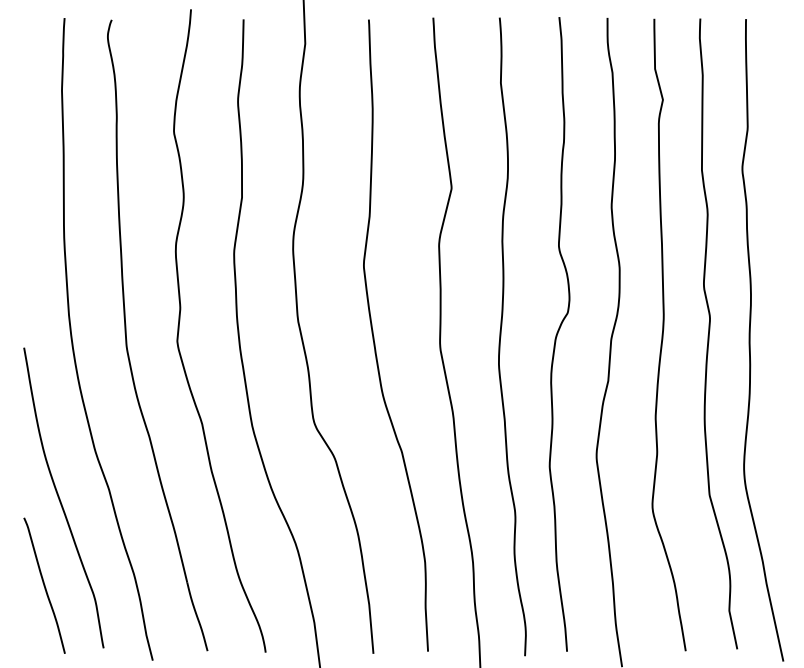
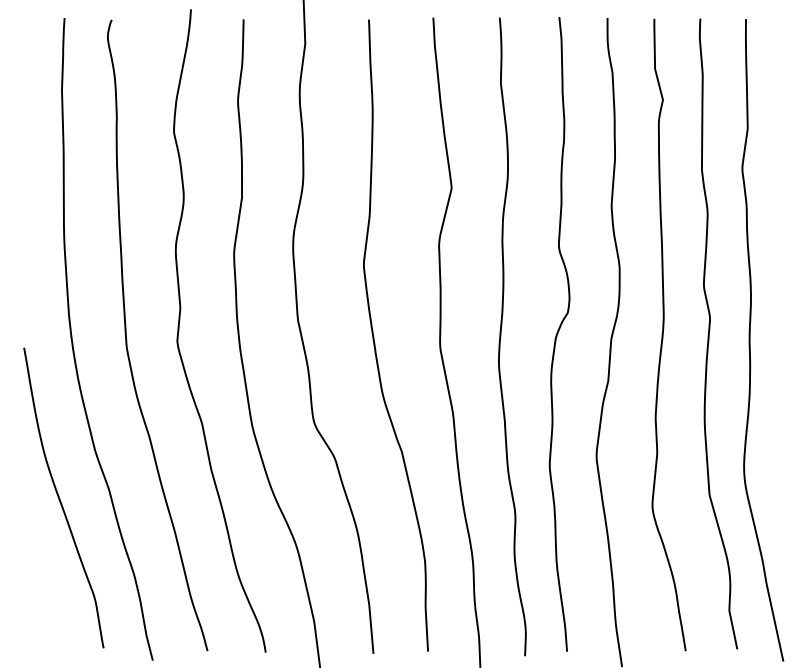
curve at (44, 585): present -> none
